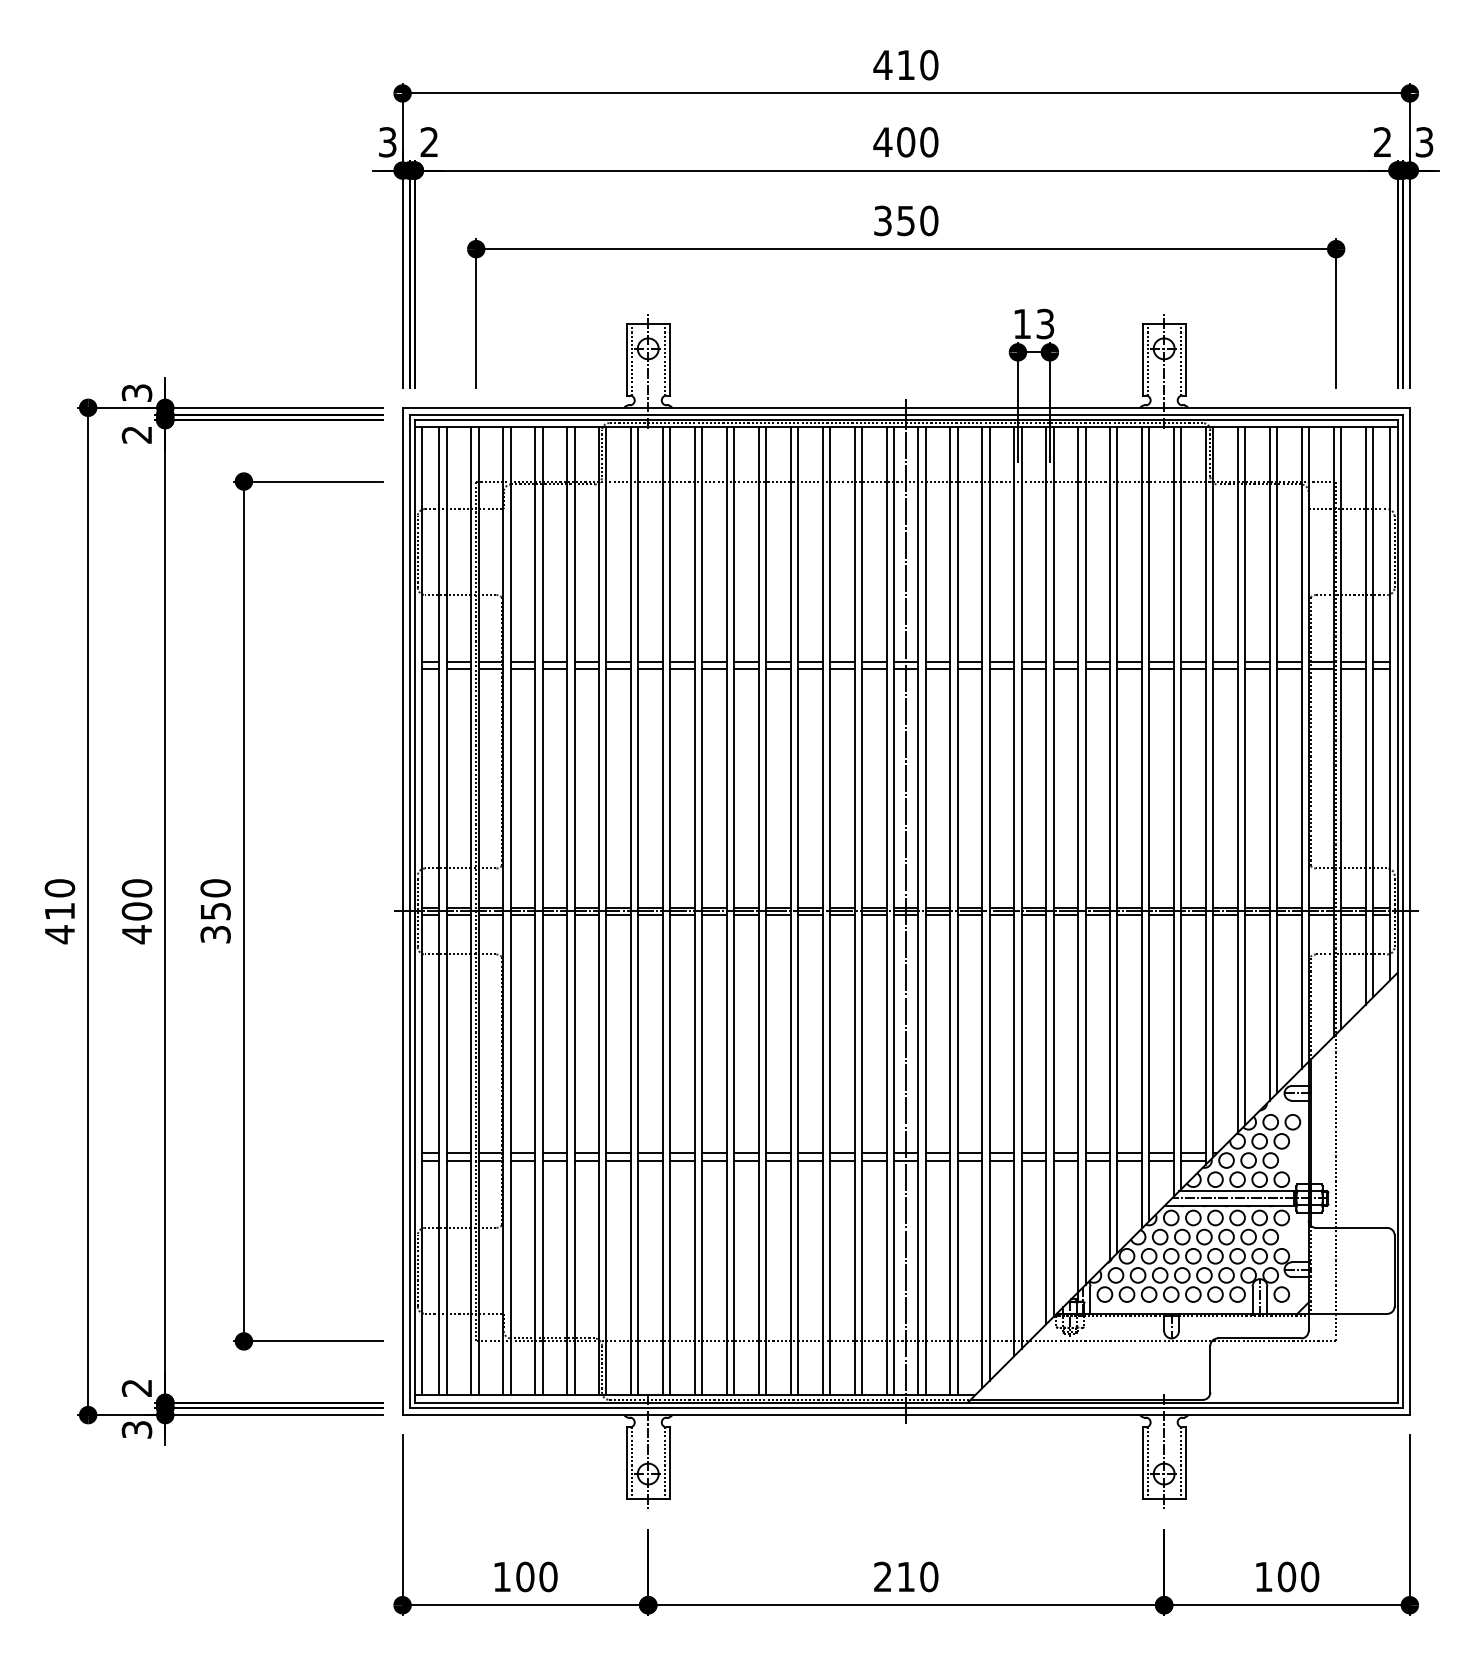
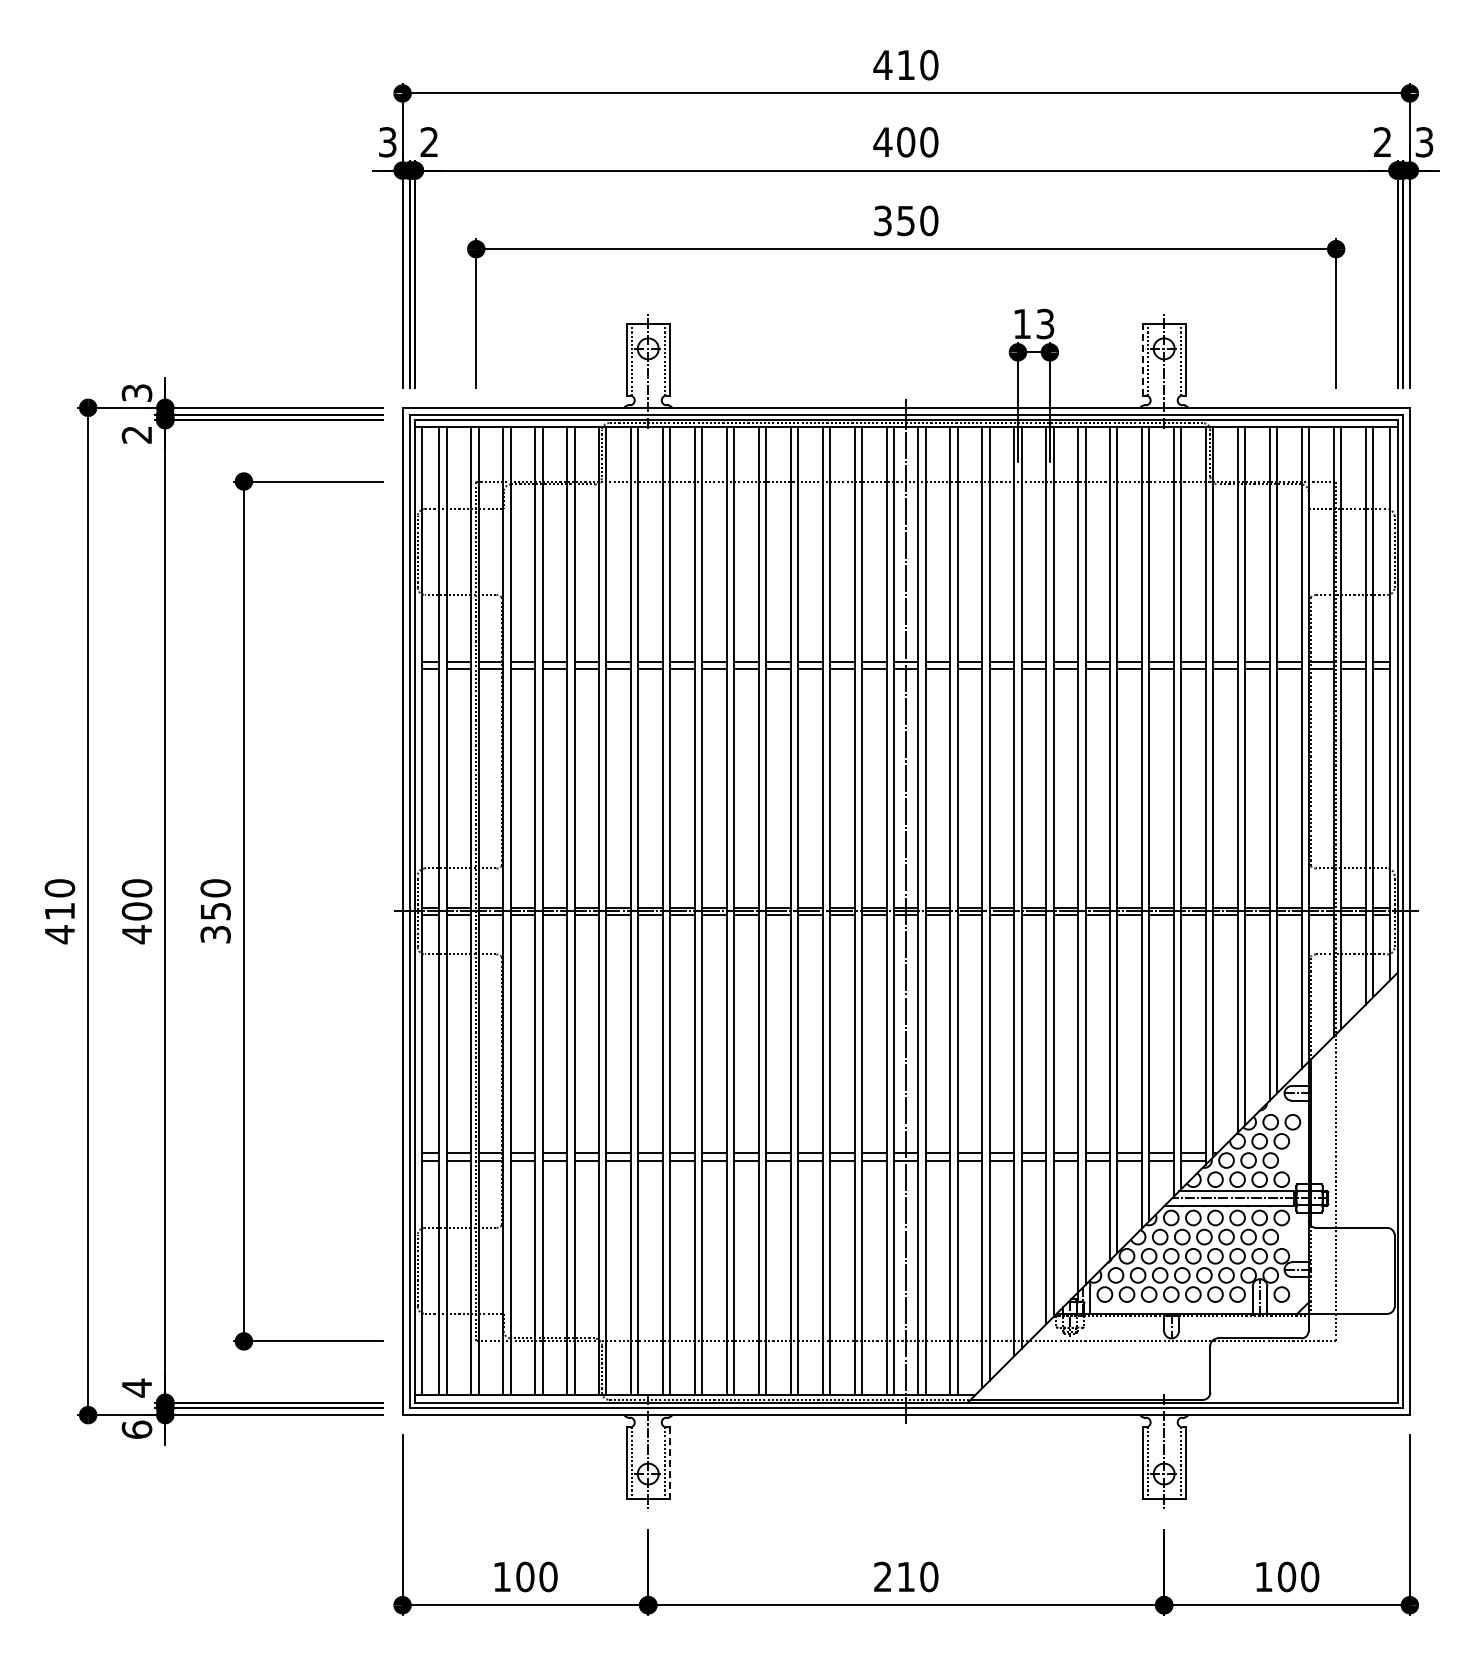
line at (1142, 359): solid -> dashed
text at (136, 1387): 2 -> 4
text at (136, 1429): 3 -> 6
line at (669, 1463): solid -> dashed
